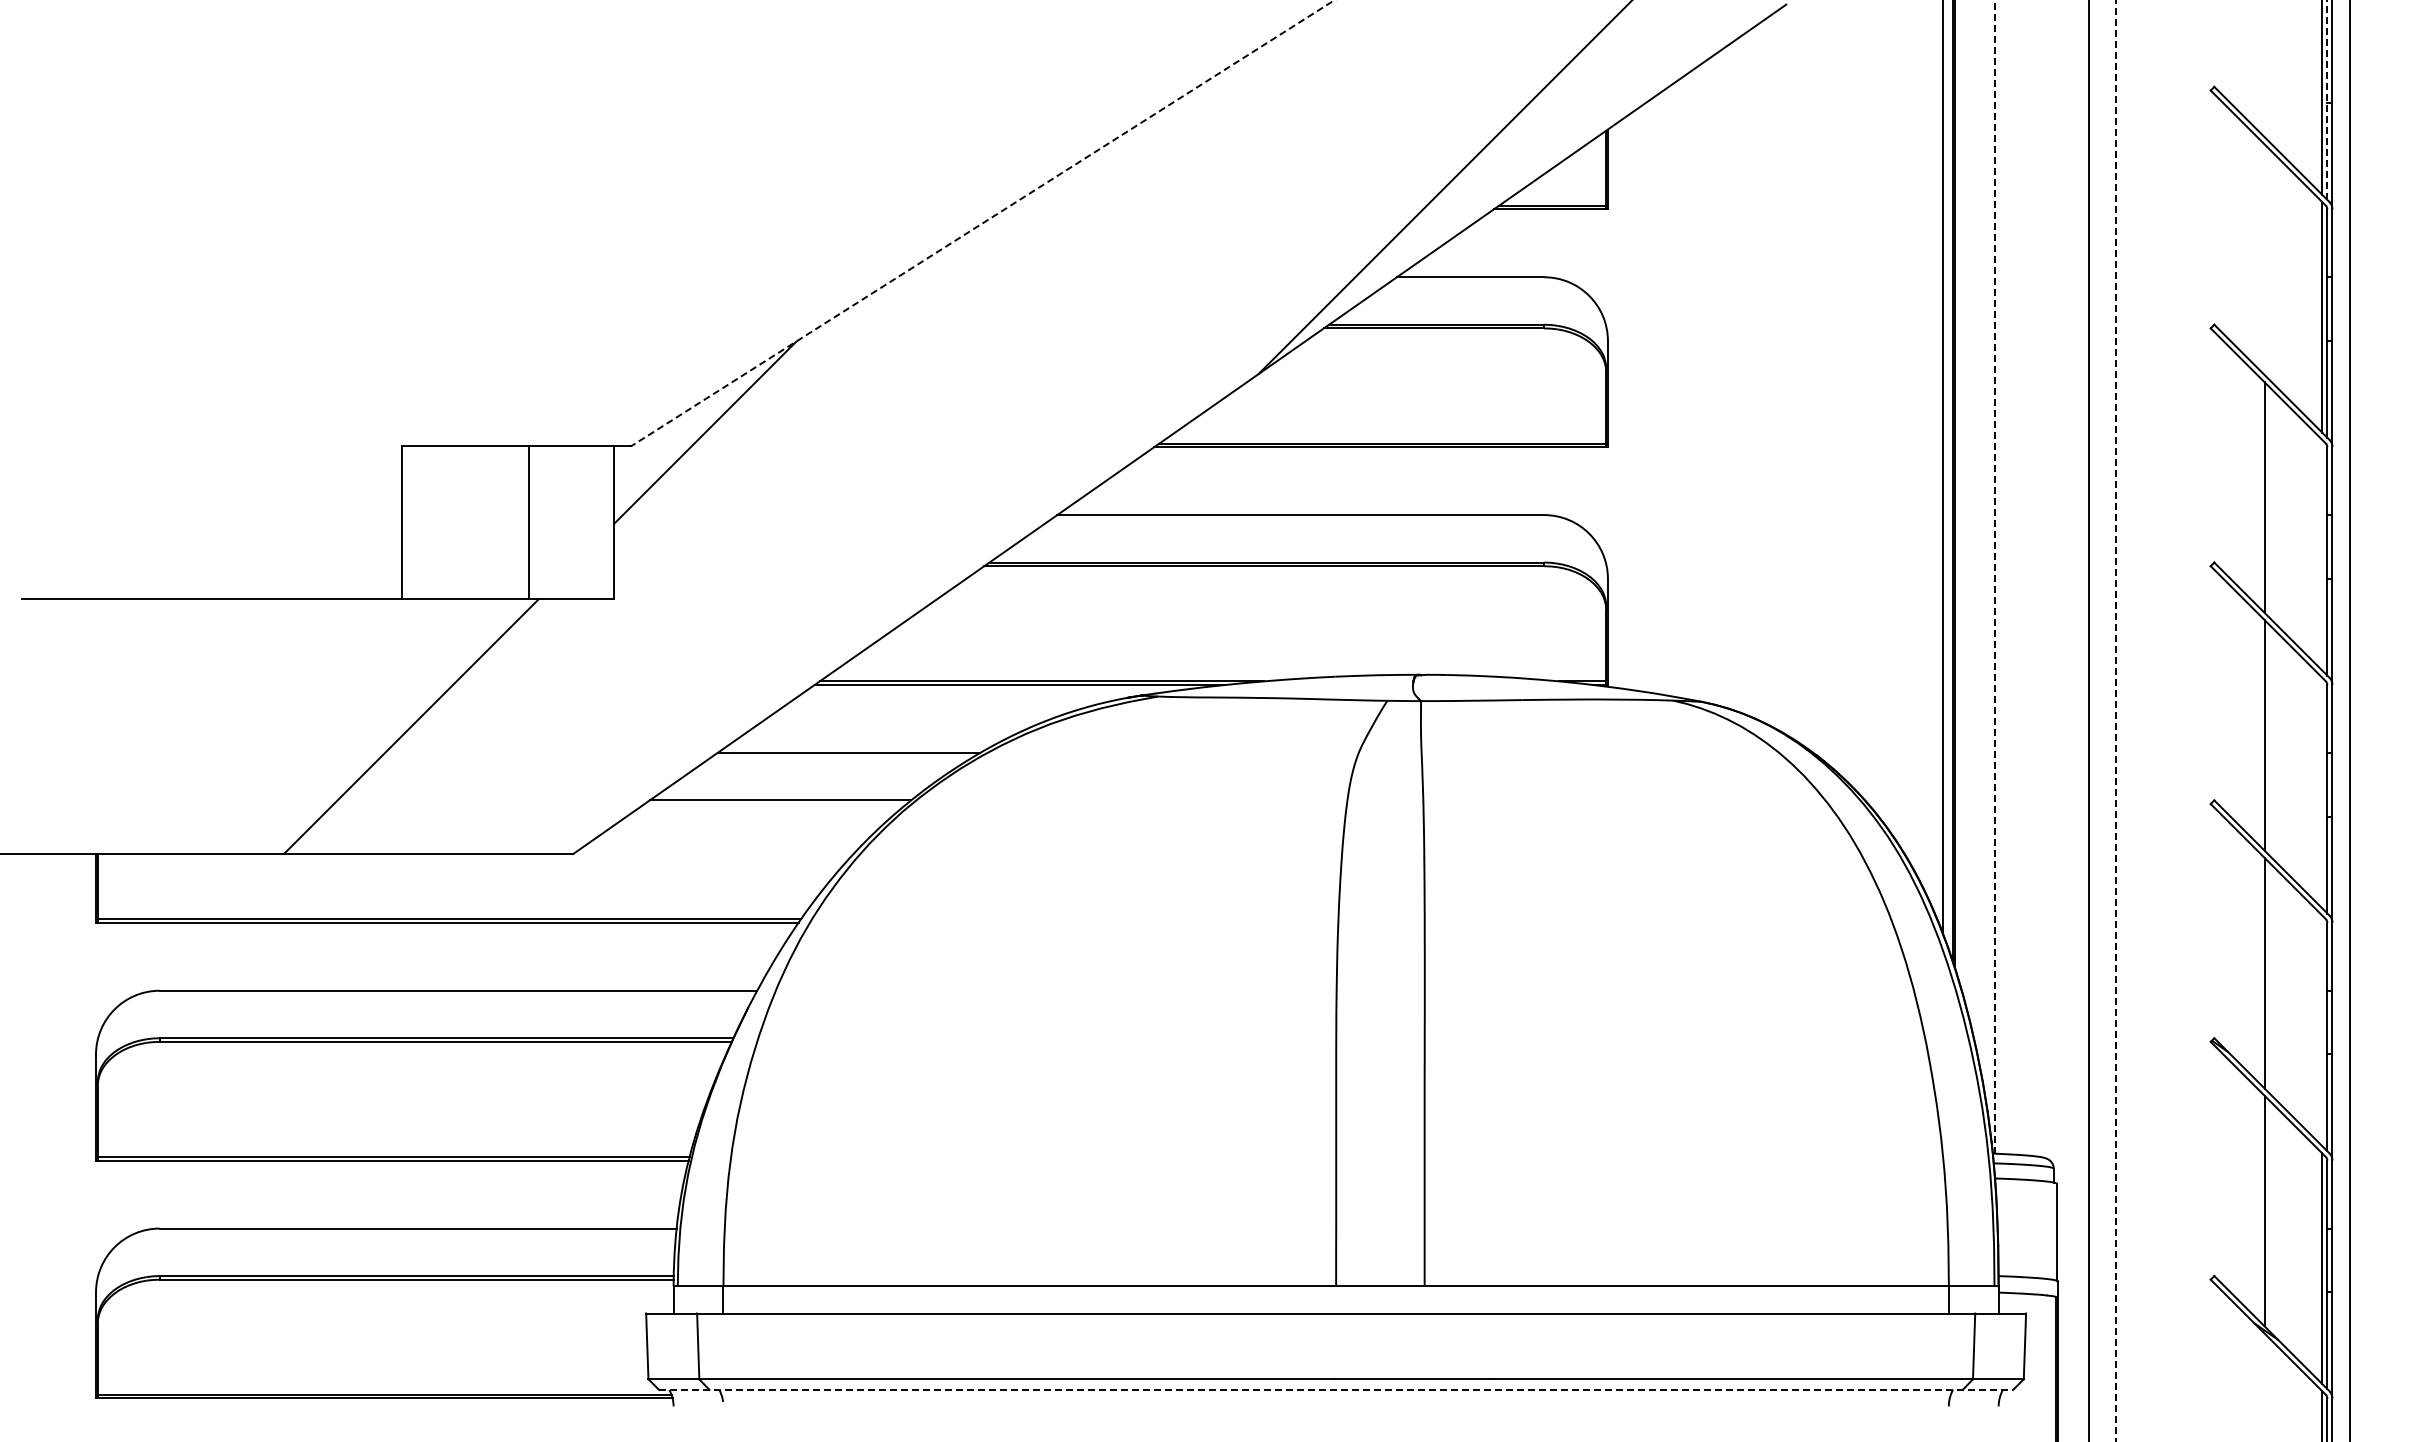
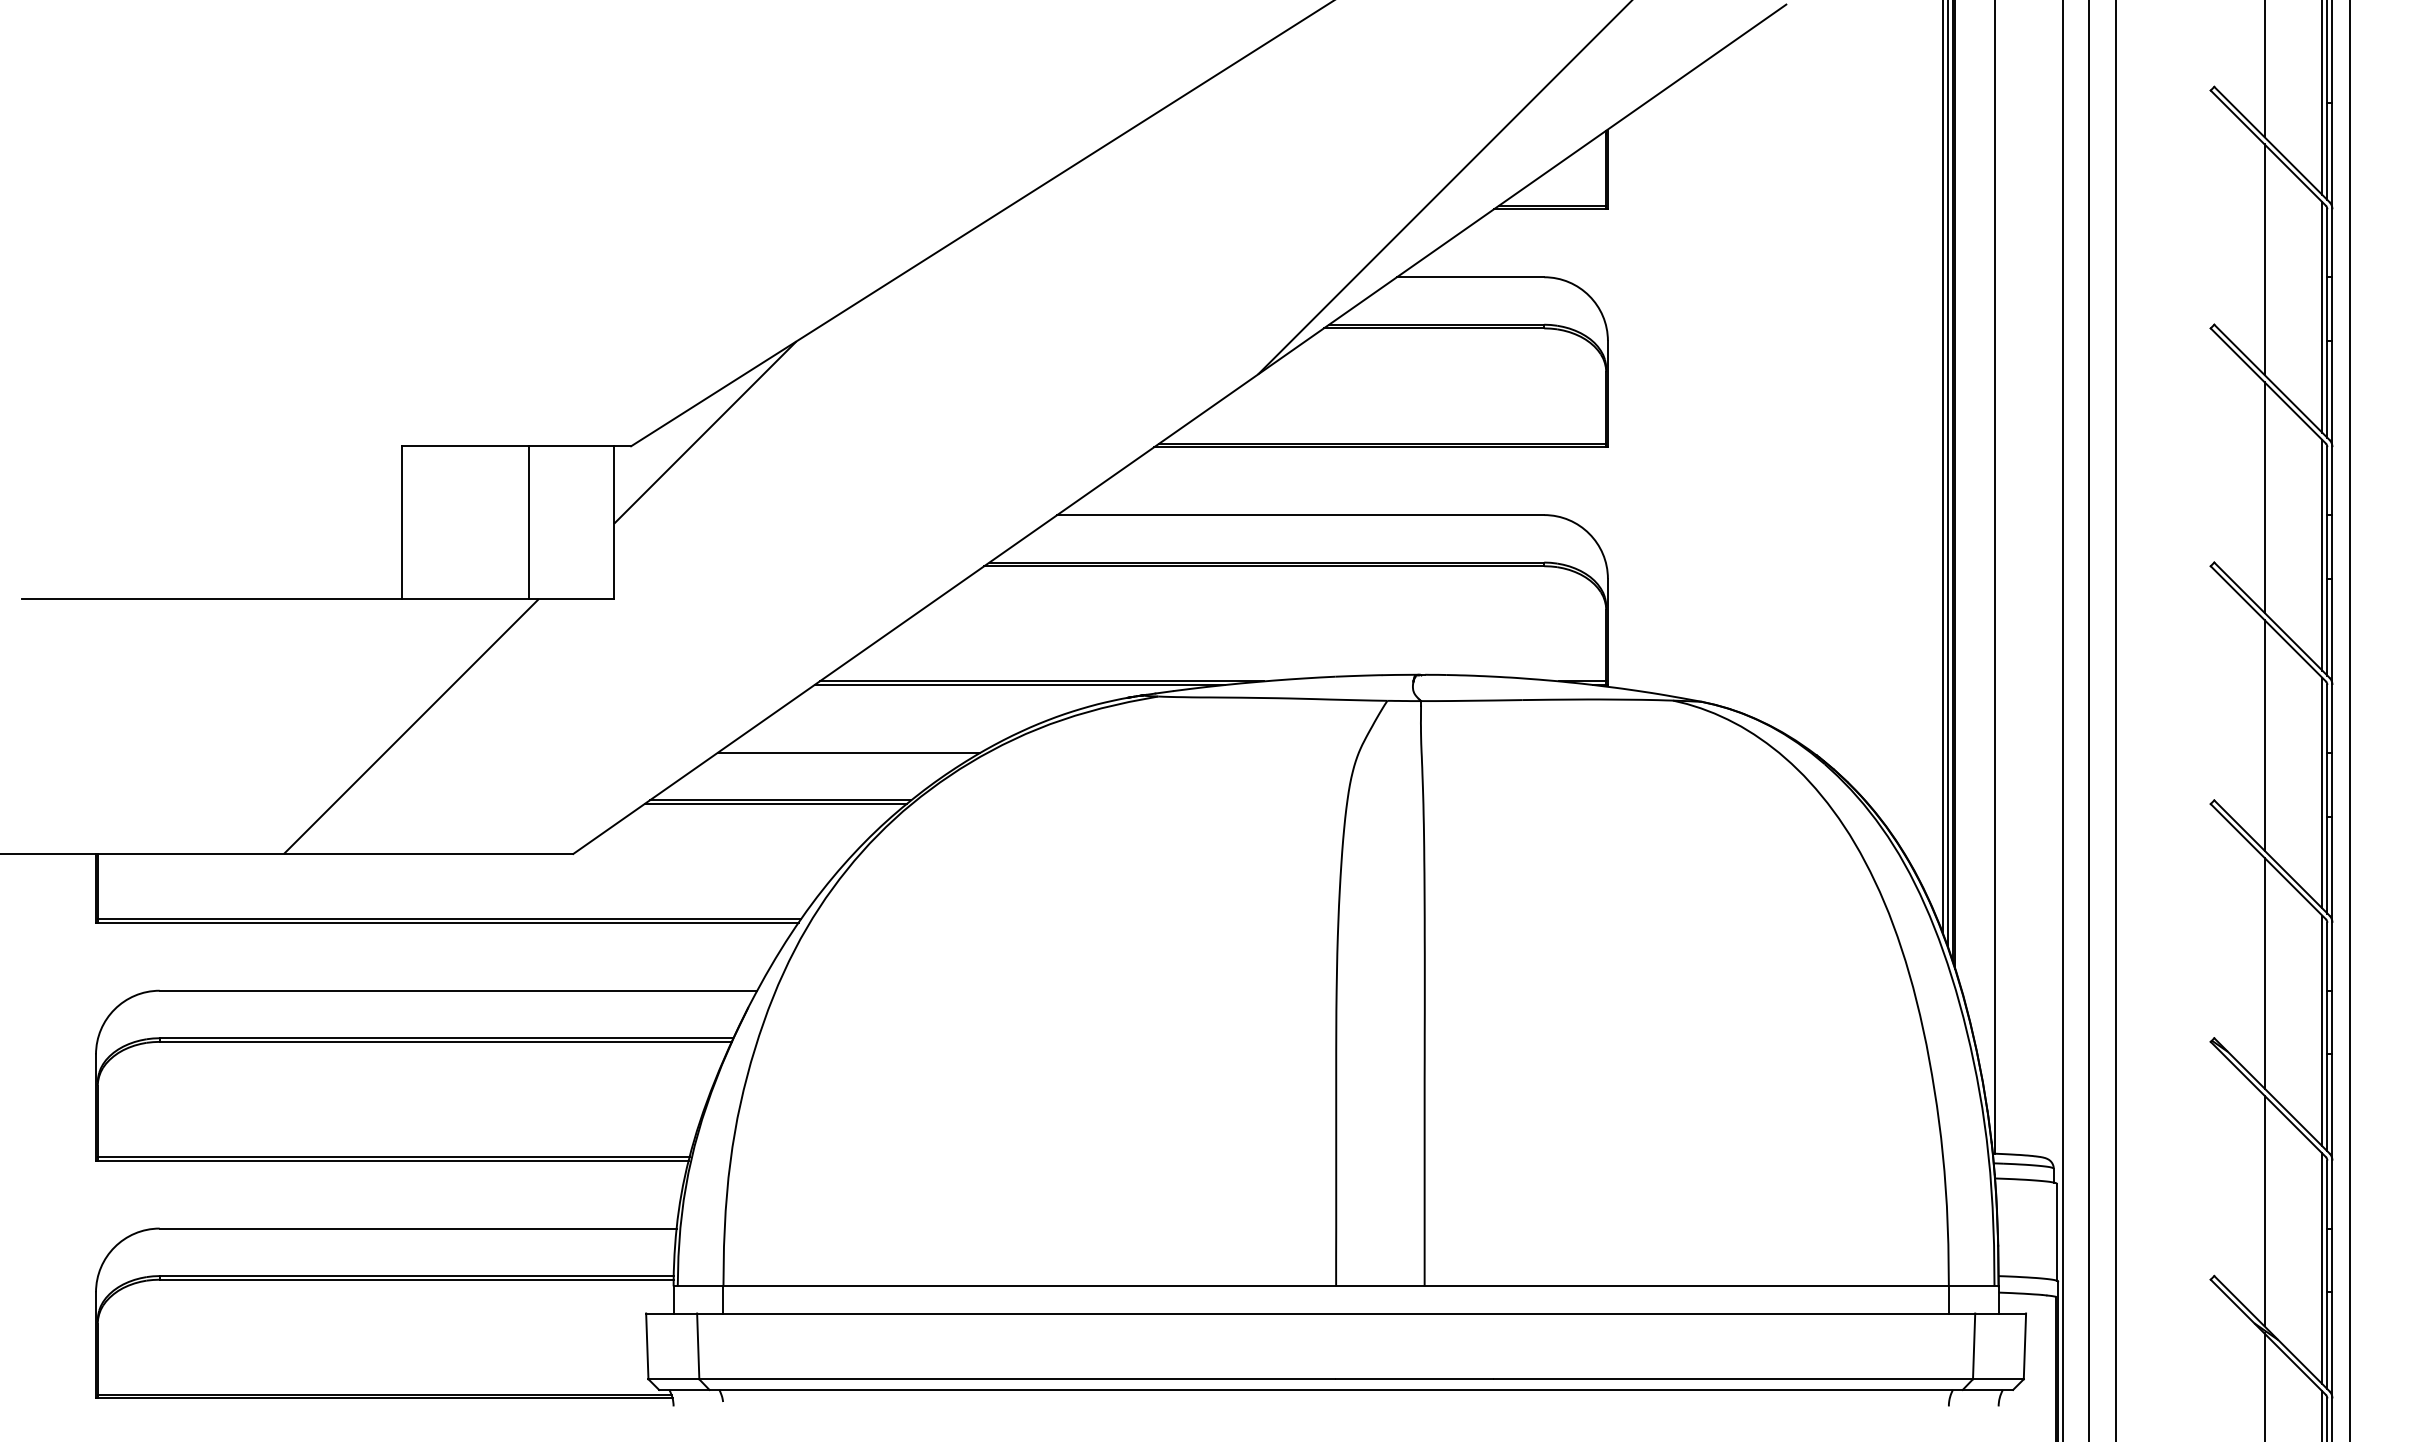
line at (2264, 69): none -> present
line at (2327, 100): dashed -> solid
line at (982, 223): dashed -> solid
line at (2264, 259): none -> present
line at (1947, 474): none -> present
line at (2322, 554): none -> present
line at (1995, 576): dashed -> solid
line at (2063, 720): none -> present
line at (2116, 720): dashed -> solid
line at (2322, 792): none -> present
line at (775, 804): none -> present
line at (2322, 1030): none -> present
line at (2264, 1385): none -> present
line at (1336, 1389): dashed -> solid
